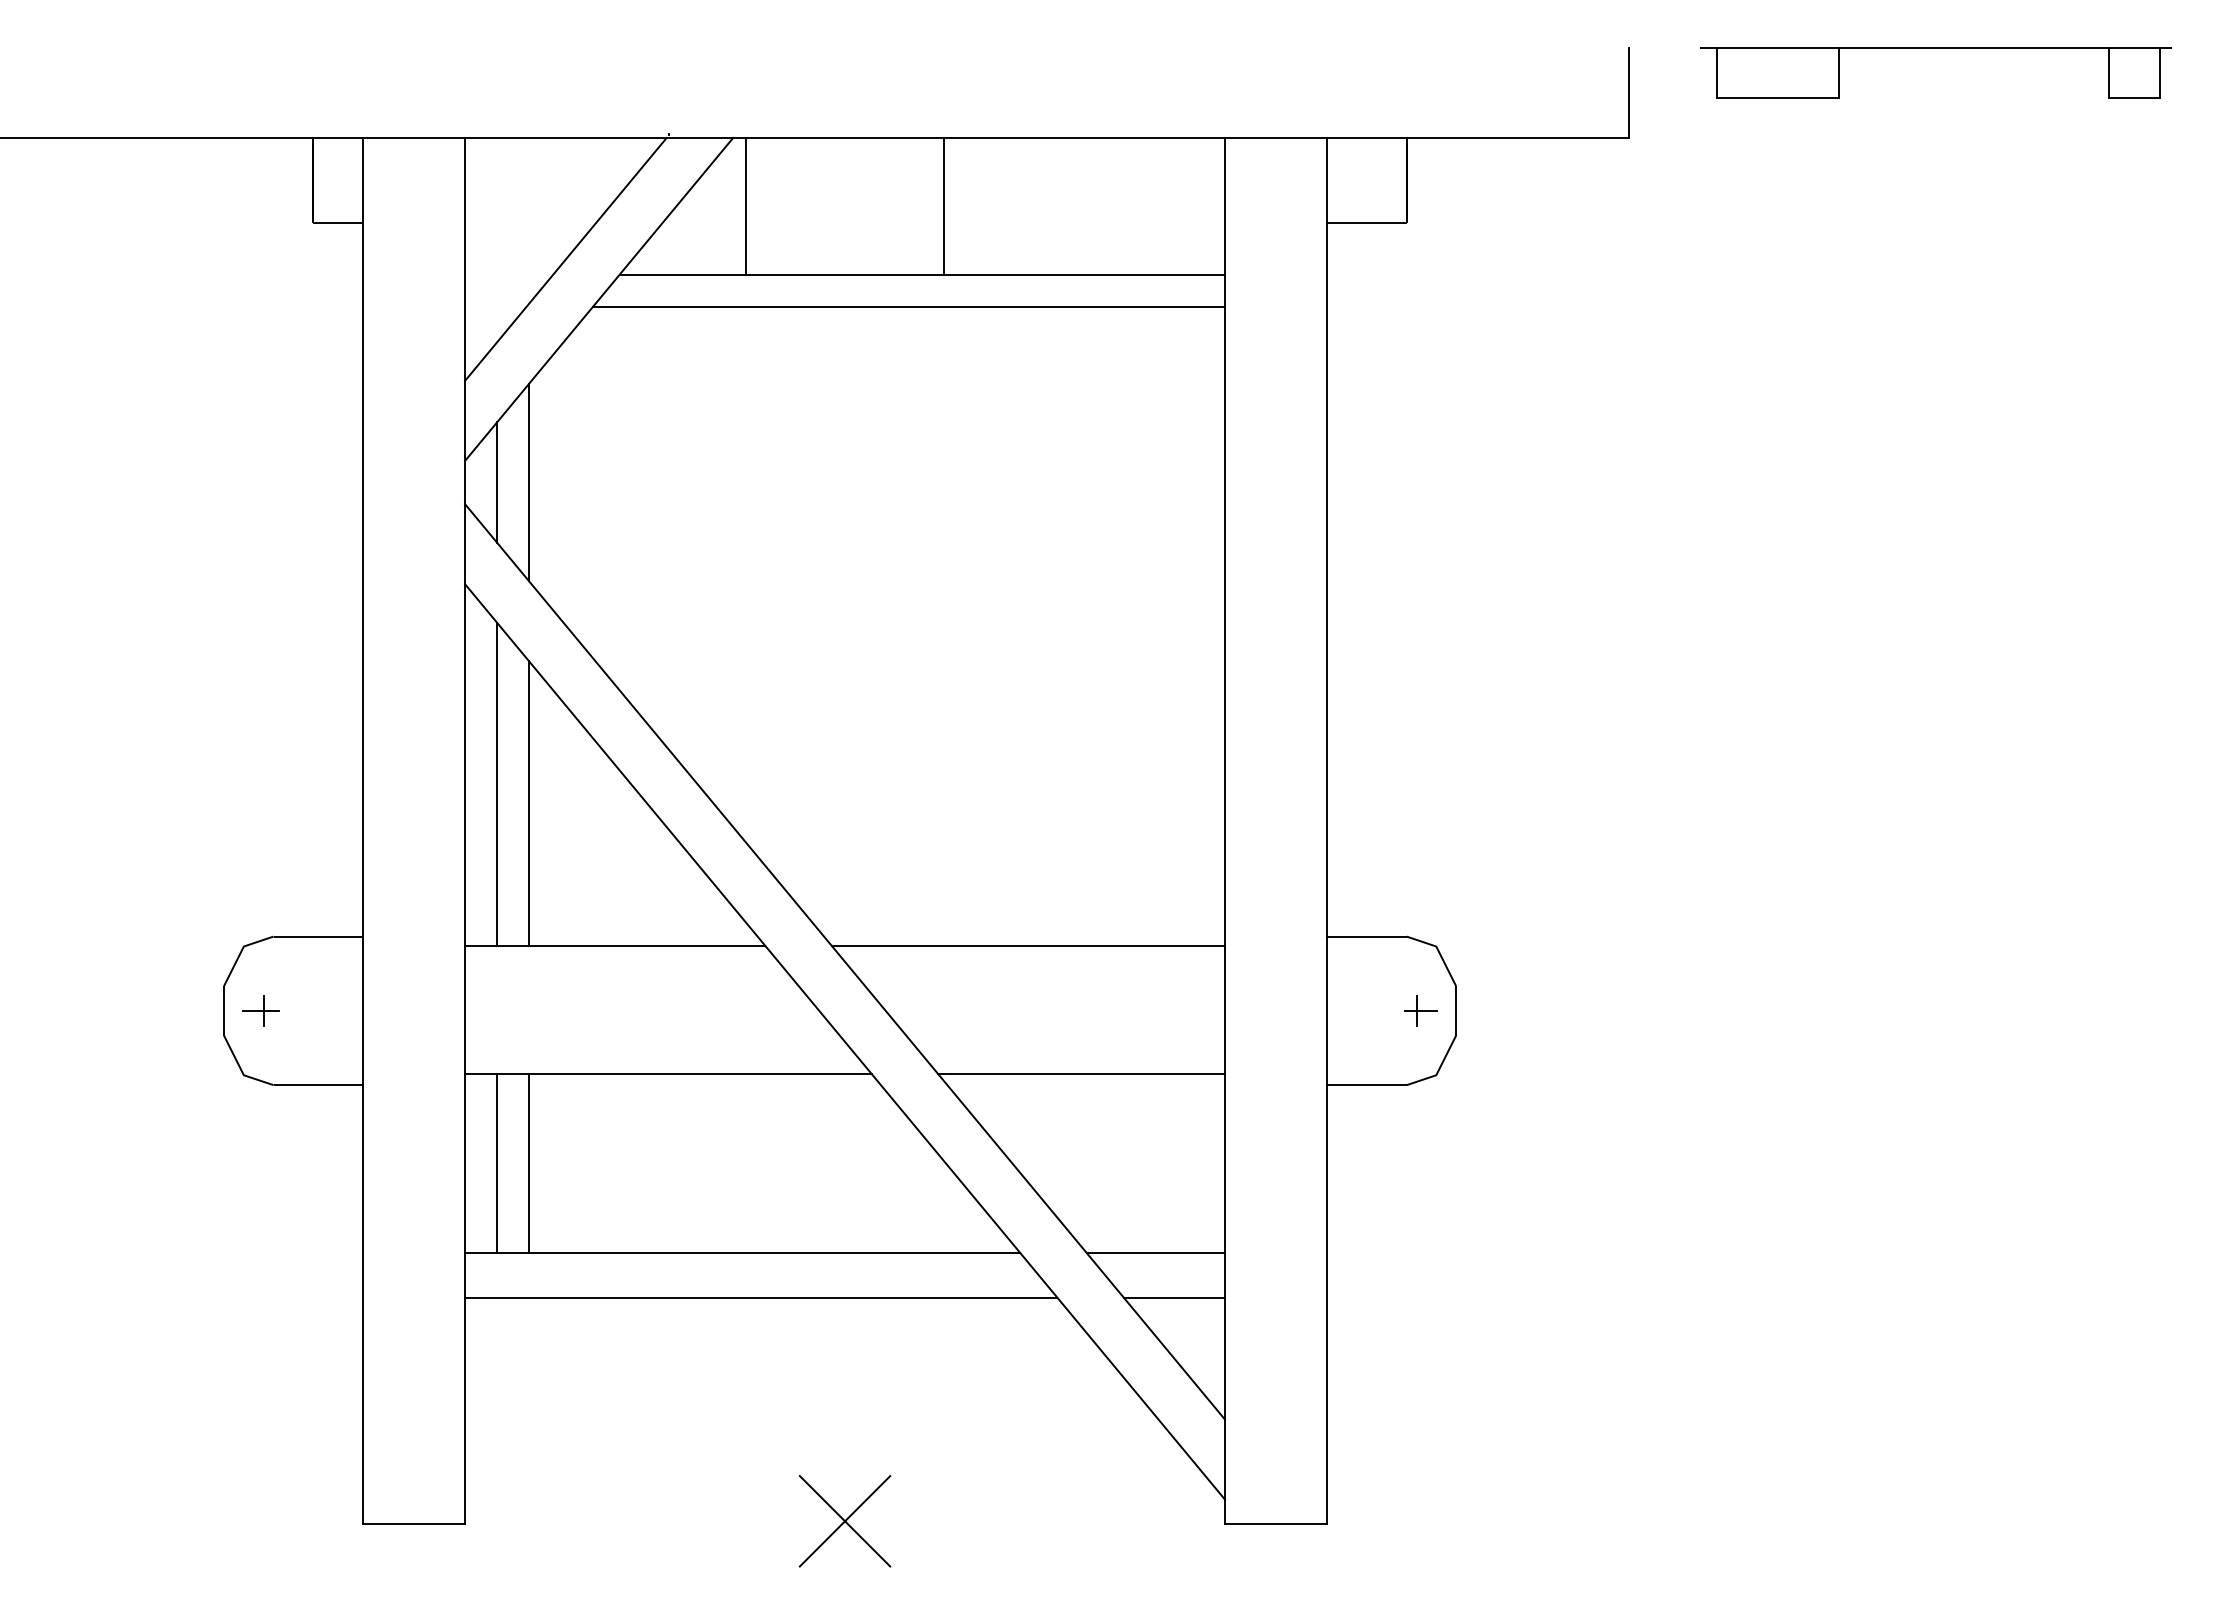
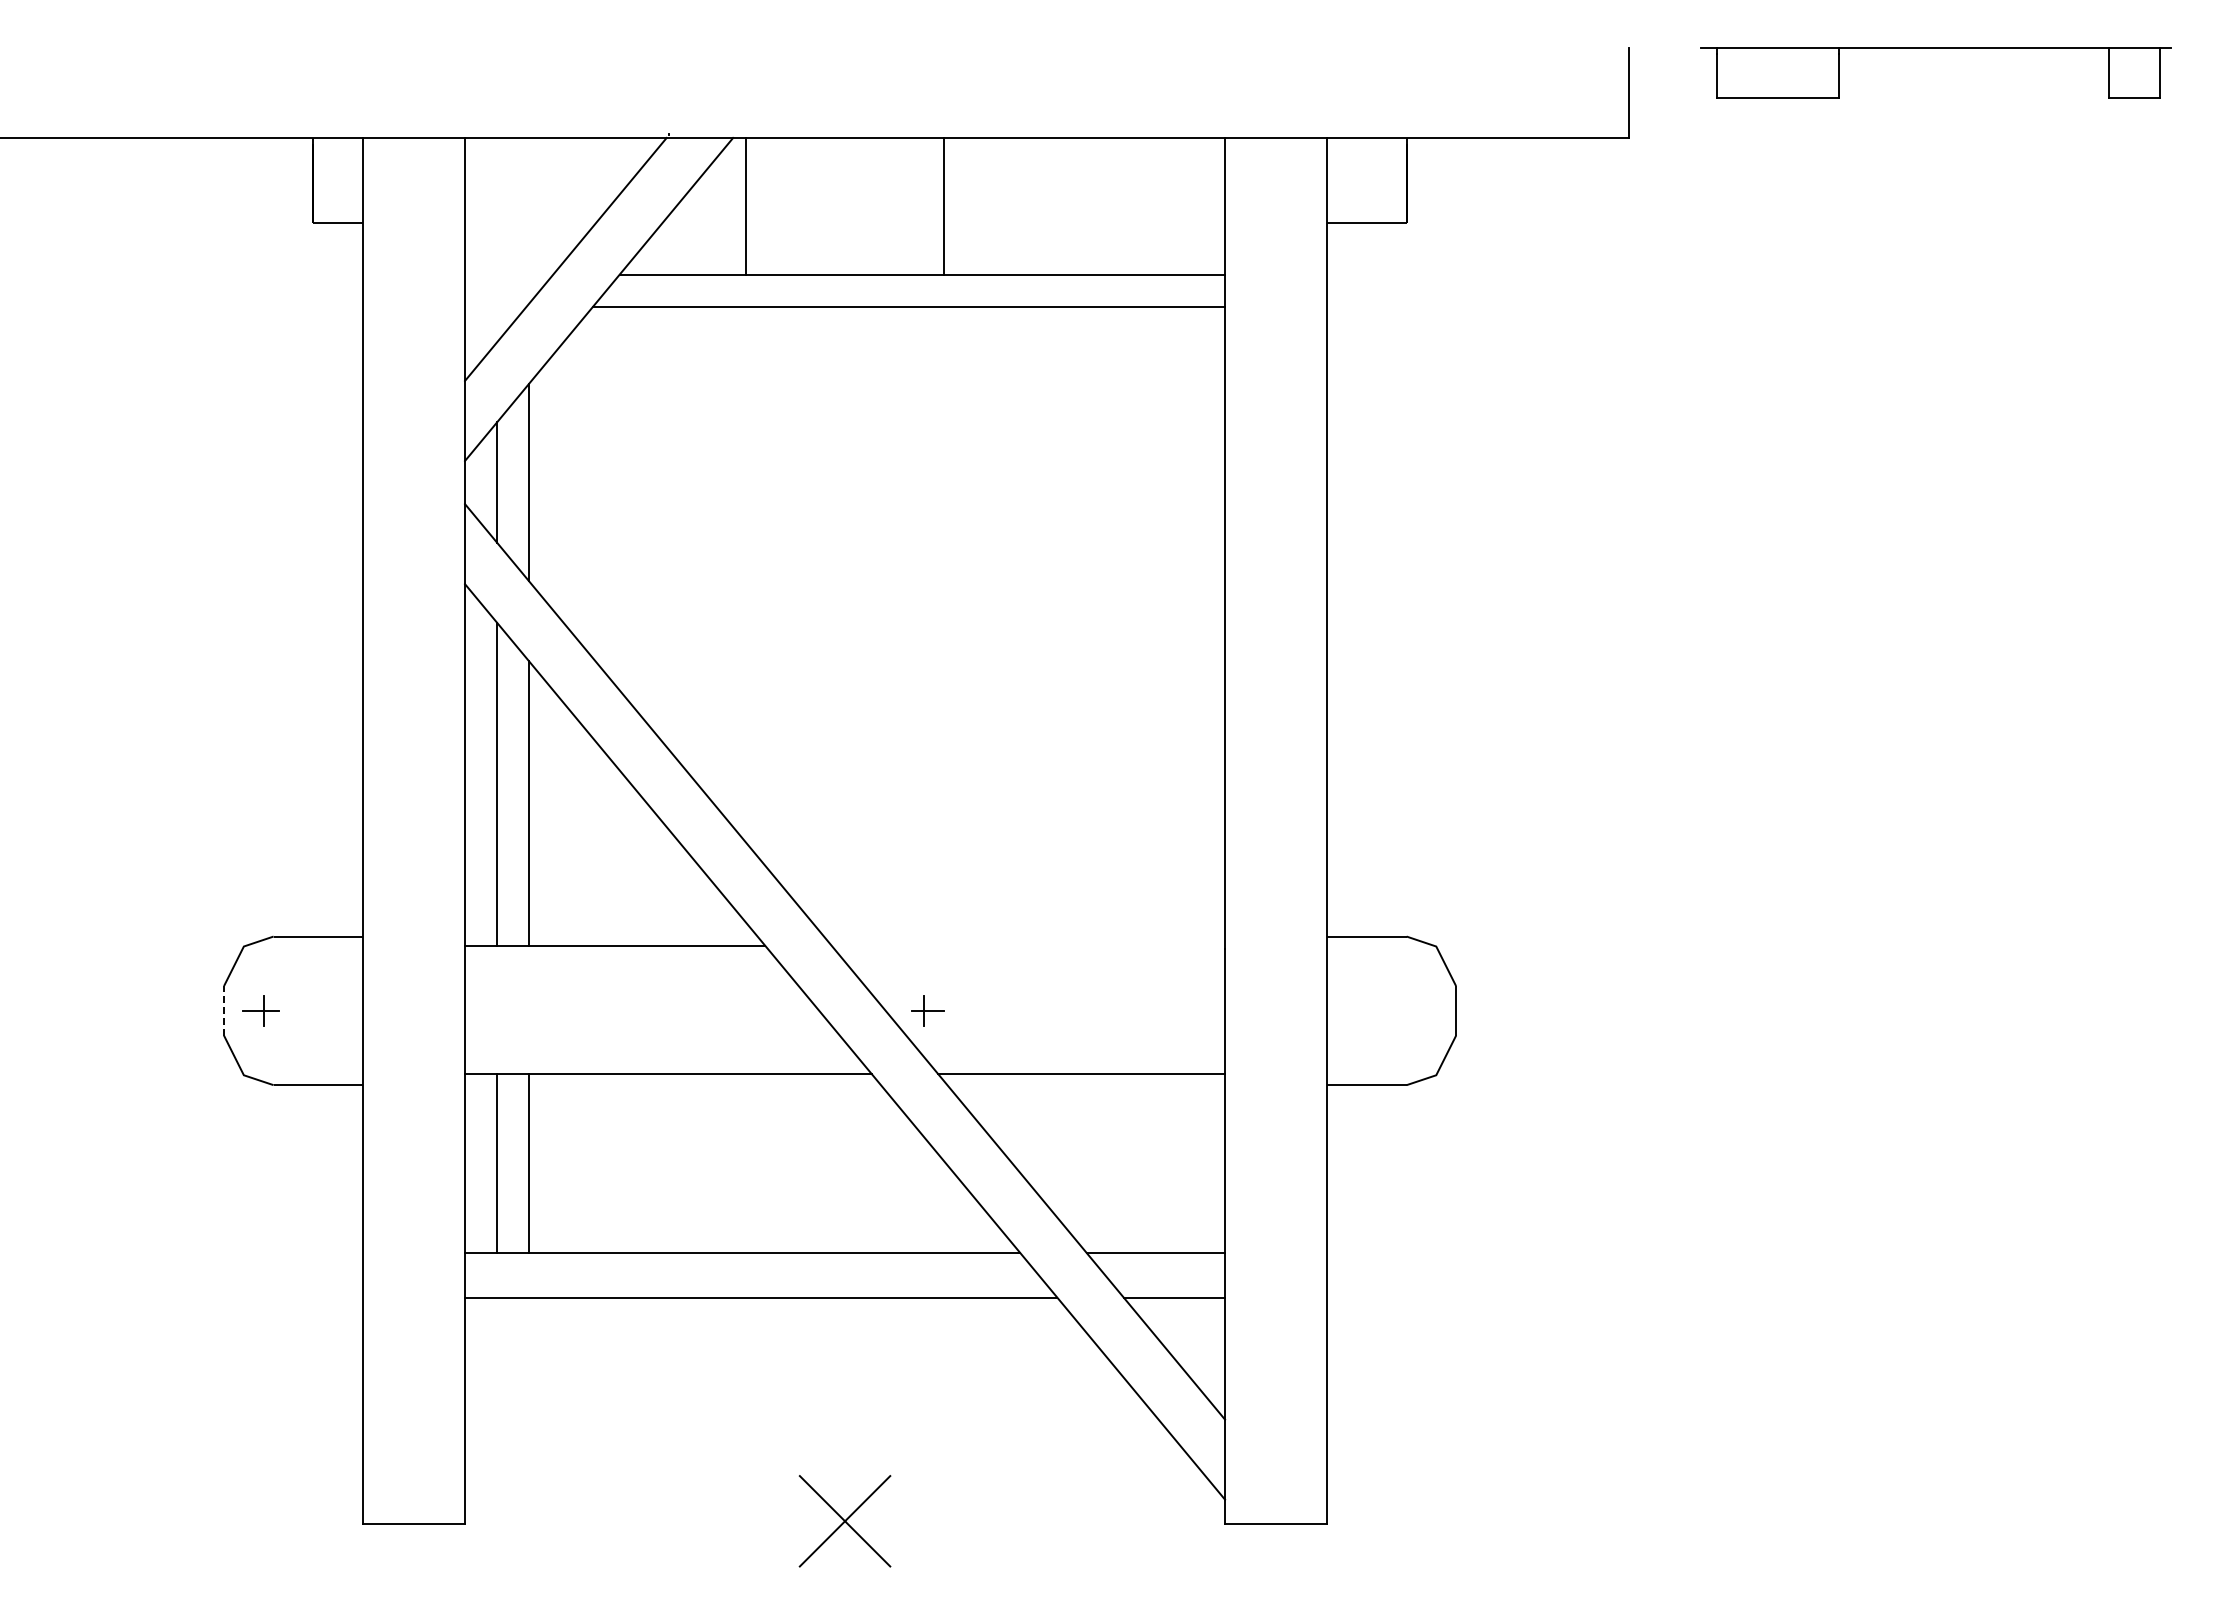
line at (1028, 945): present -> none
line at (224, 1010): solid -> dashed
part at (1420, 1010) position: (1420, 1010) -> (927, 1010)
